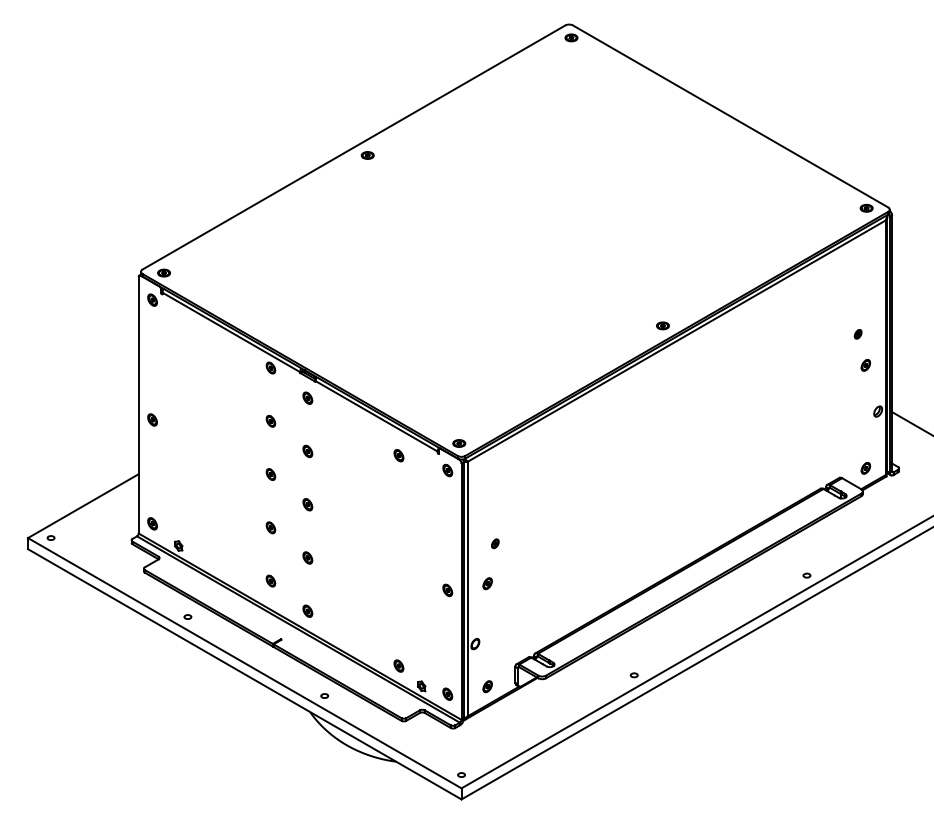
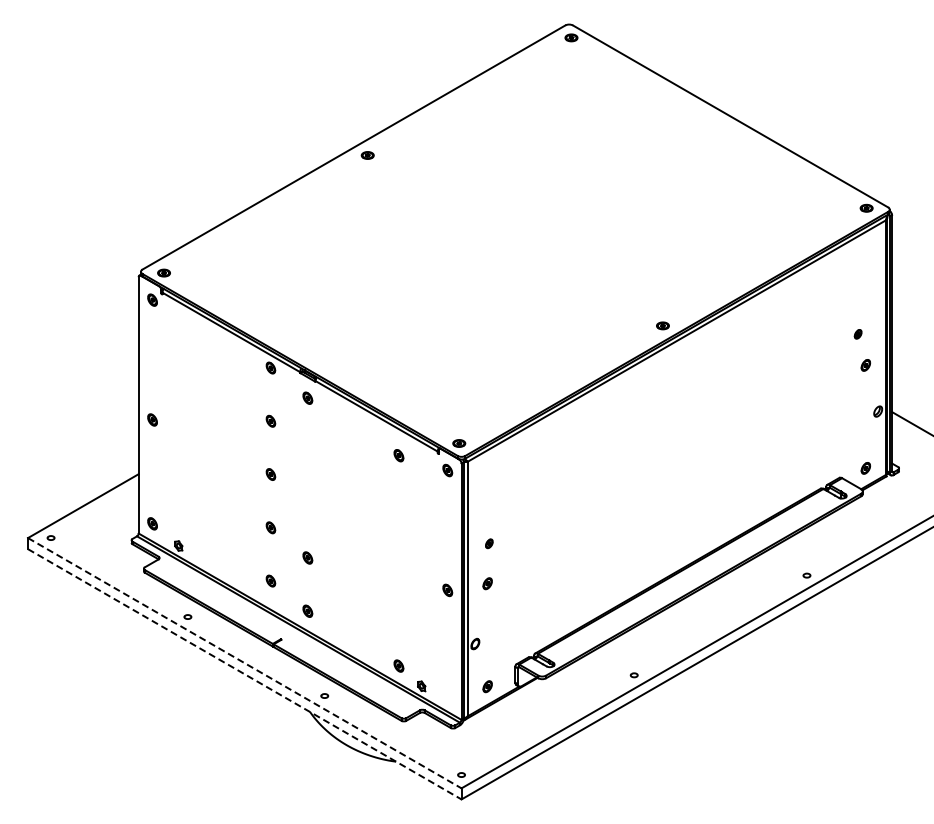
part at (307, 451): present -> none
part at (307, 504): present -> none
part at (495, 543) position: (495, 543) -> (489, 543)
line at (245, 663): solid -> dashed
line at (245, 674): solid -> dashed
part at (447, 693): present -> none
